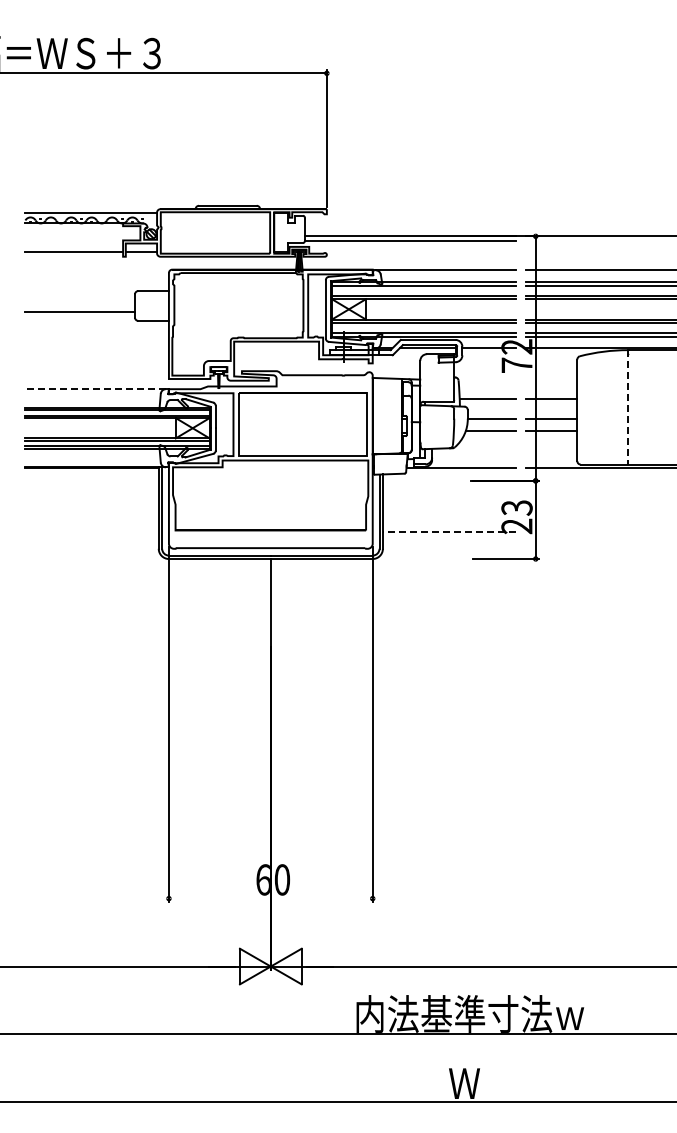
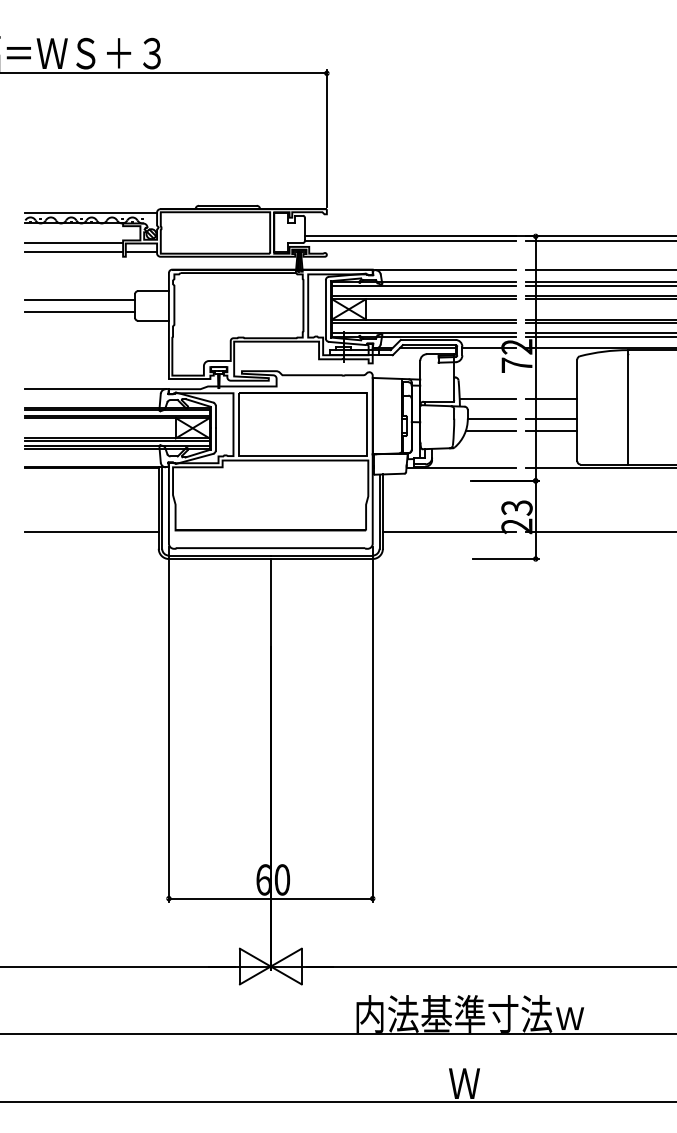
line at (599, 241): none -> present
line at (74, 243): none -> present
line at (79, 300): none -> present
line at (95, 389): dashed -> solid
line at (628, 407): dashed -> solid
line at (91, 531): none -> present
line at (449, 531): dashed -> solid
line at (599, 531): none -> present
line at (270, 898): none -> present
